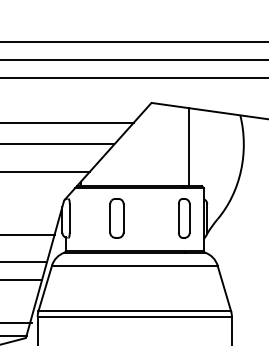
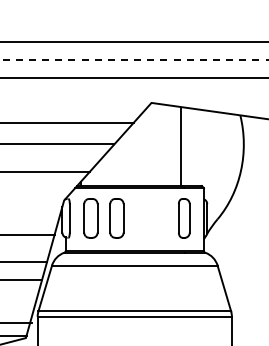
line at (134, 60): solid -> dashed
line at (188, 147) position: (188, 147) -> (180, 147)
part at (90, 218): none -> present
